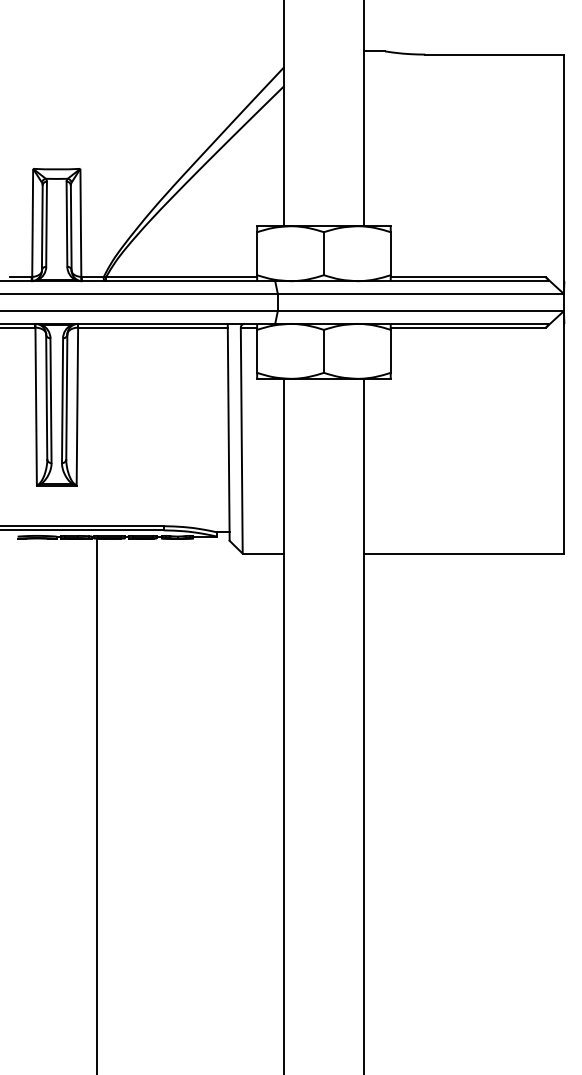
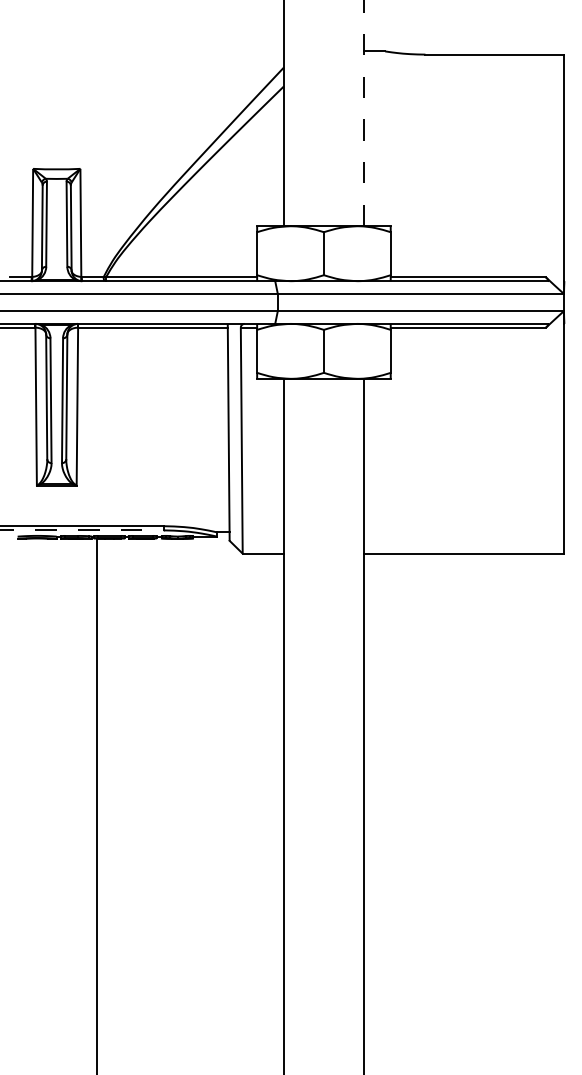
line at (364, 113): solid -> dashed
line at (82, 530): solid -> dashed
